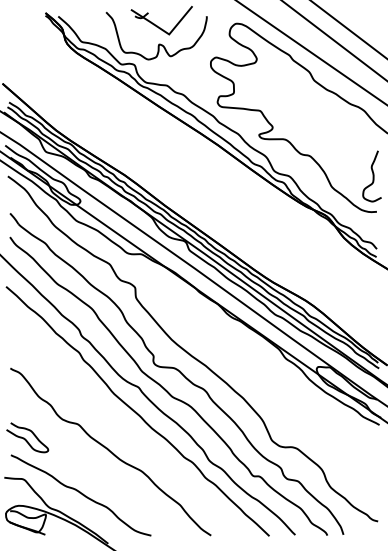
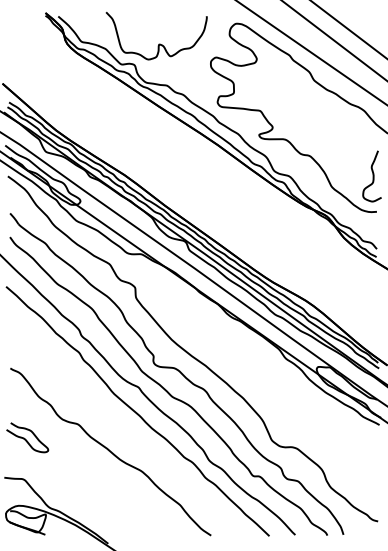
part at (159, 26): present -> none
curve at (81, 494): present -> none
